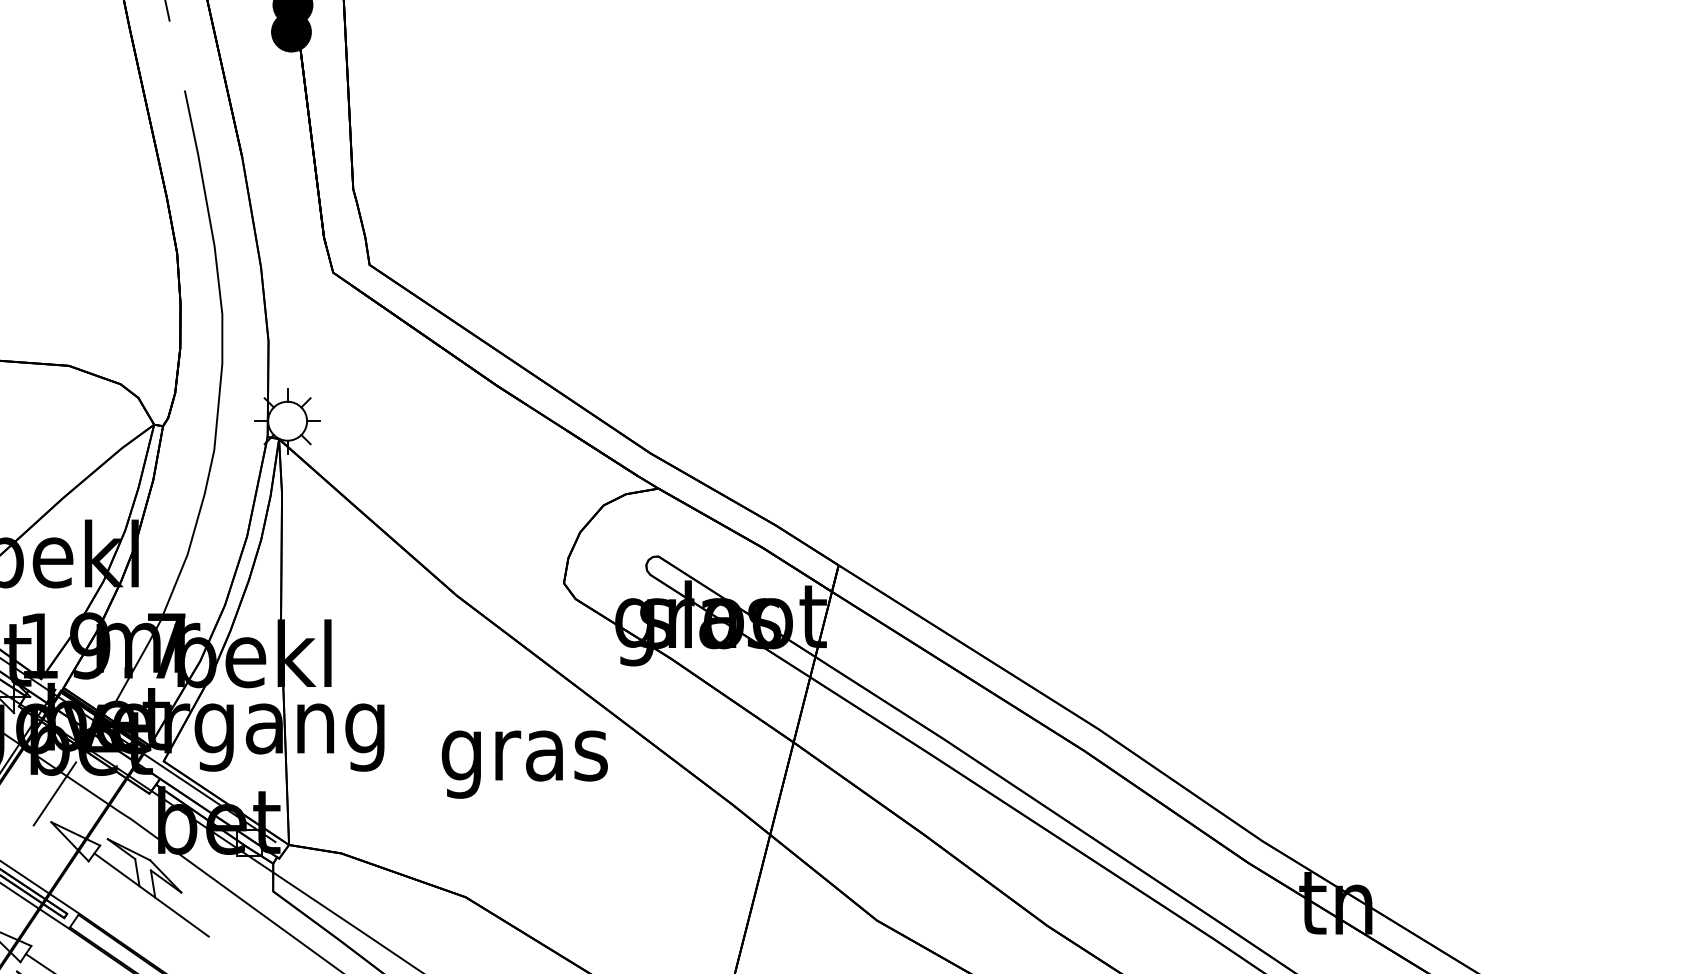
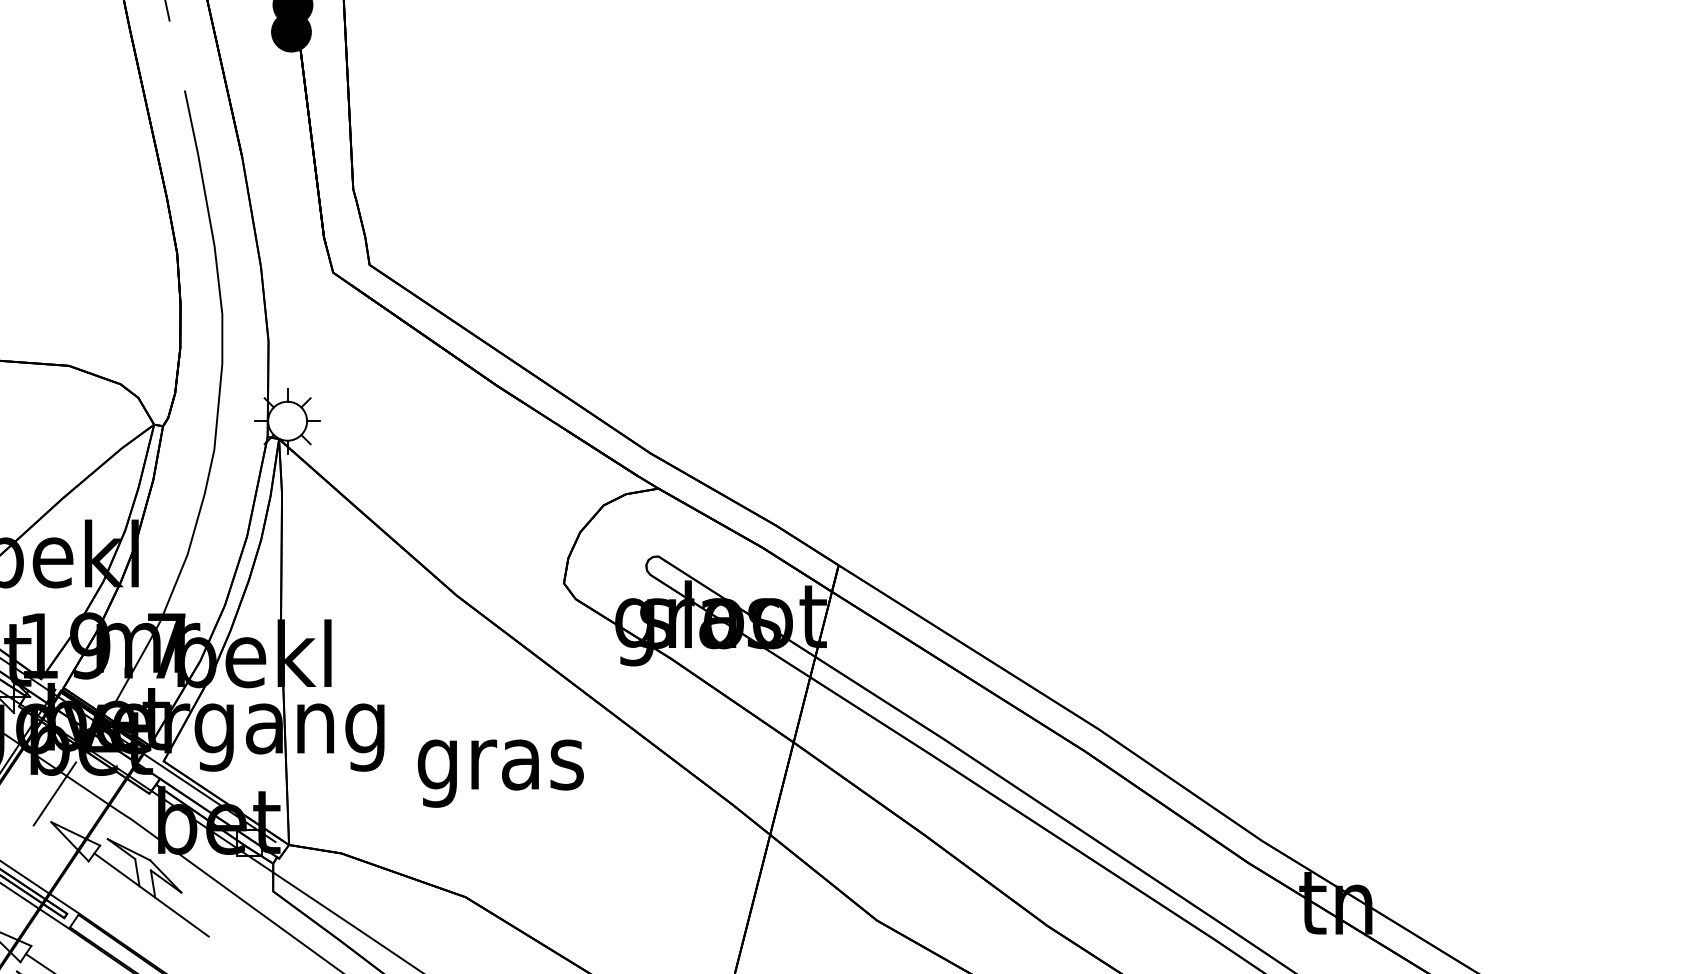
text at (524, 764) position: (524, 764) -> (500, 773)
